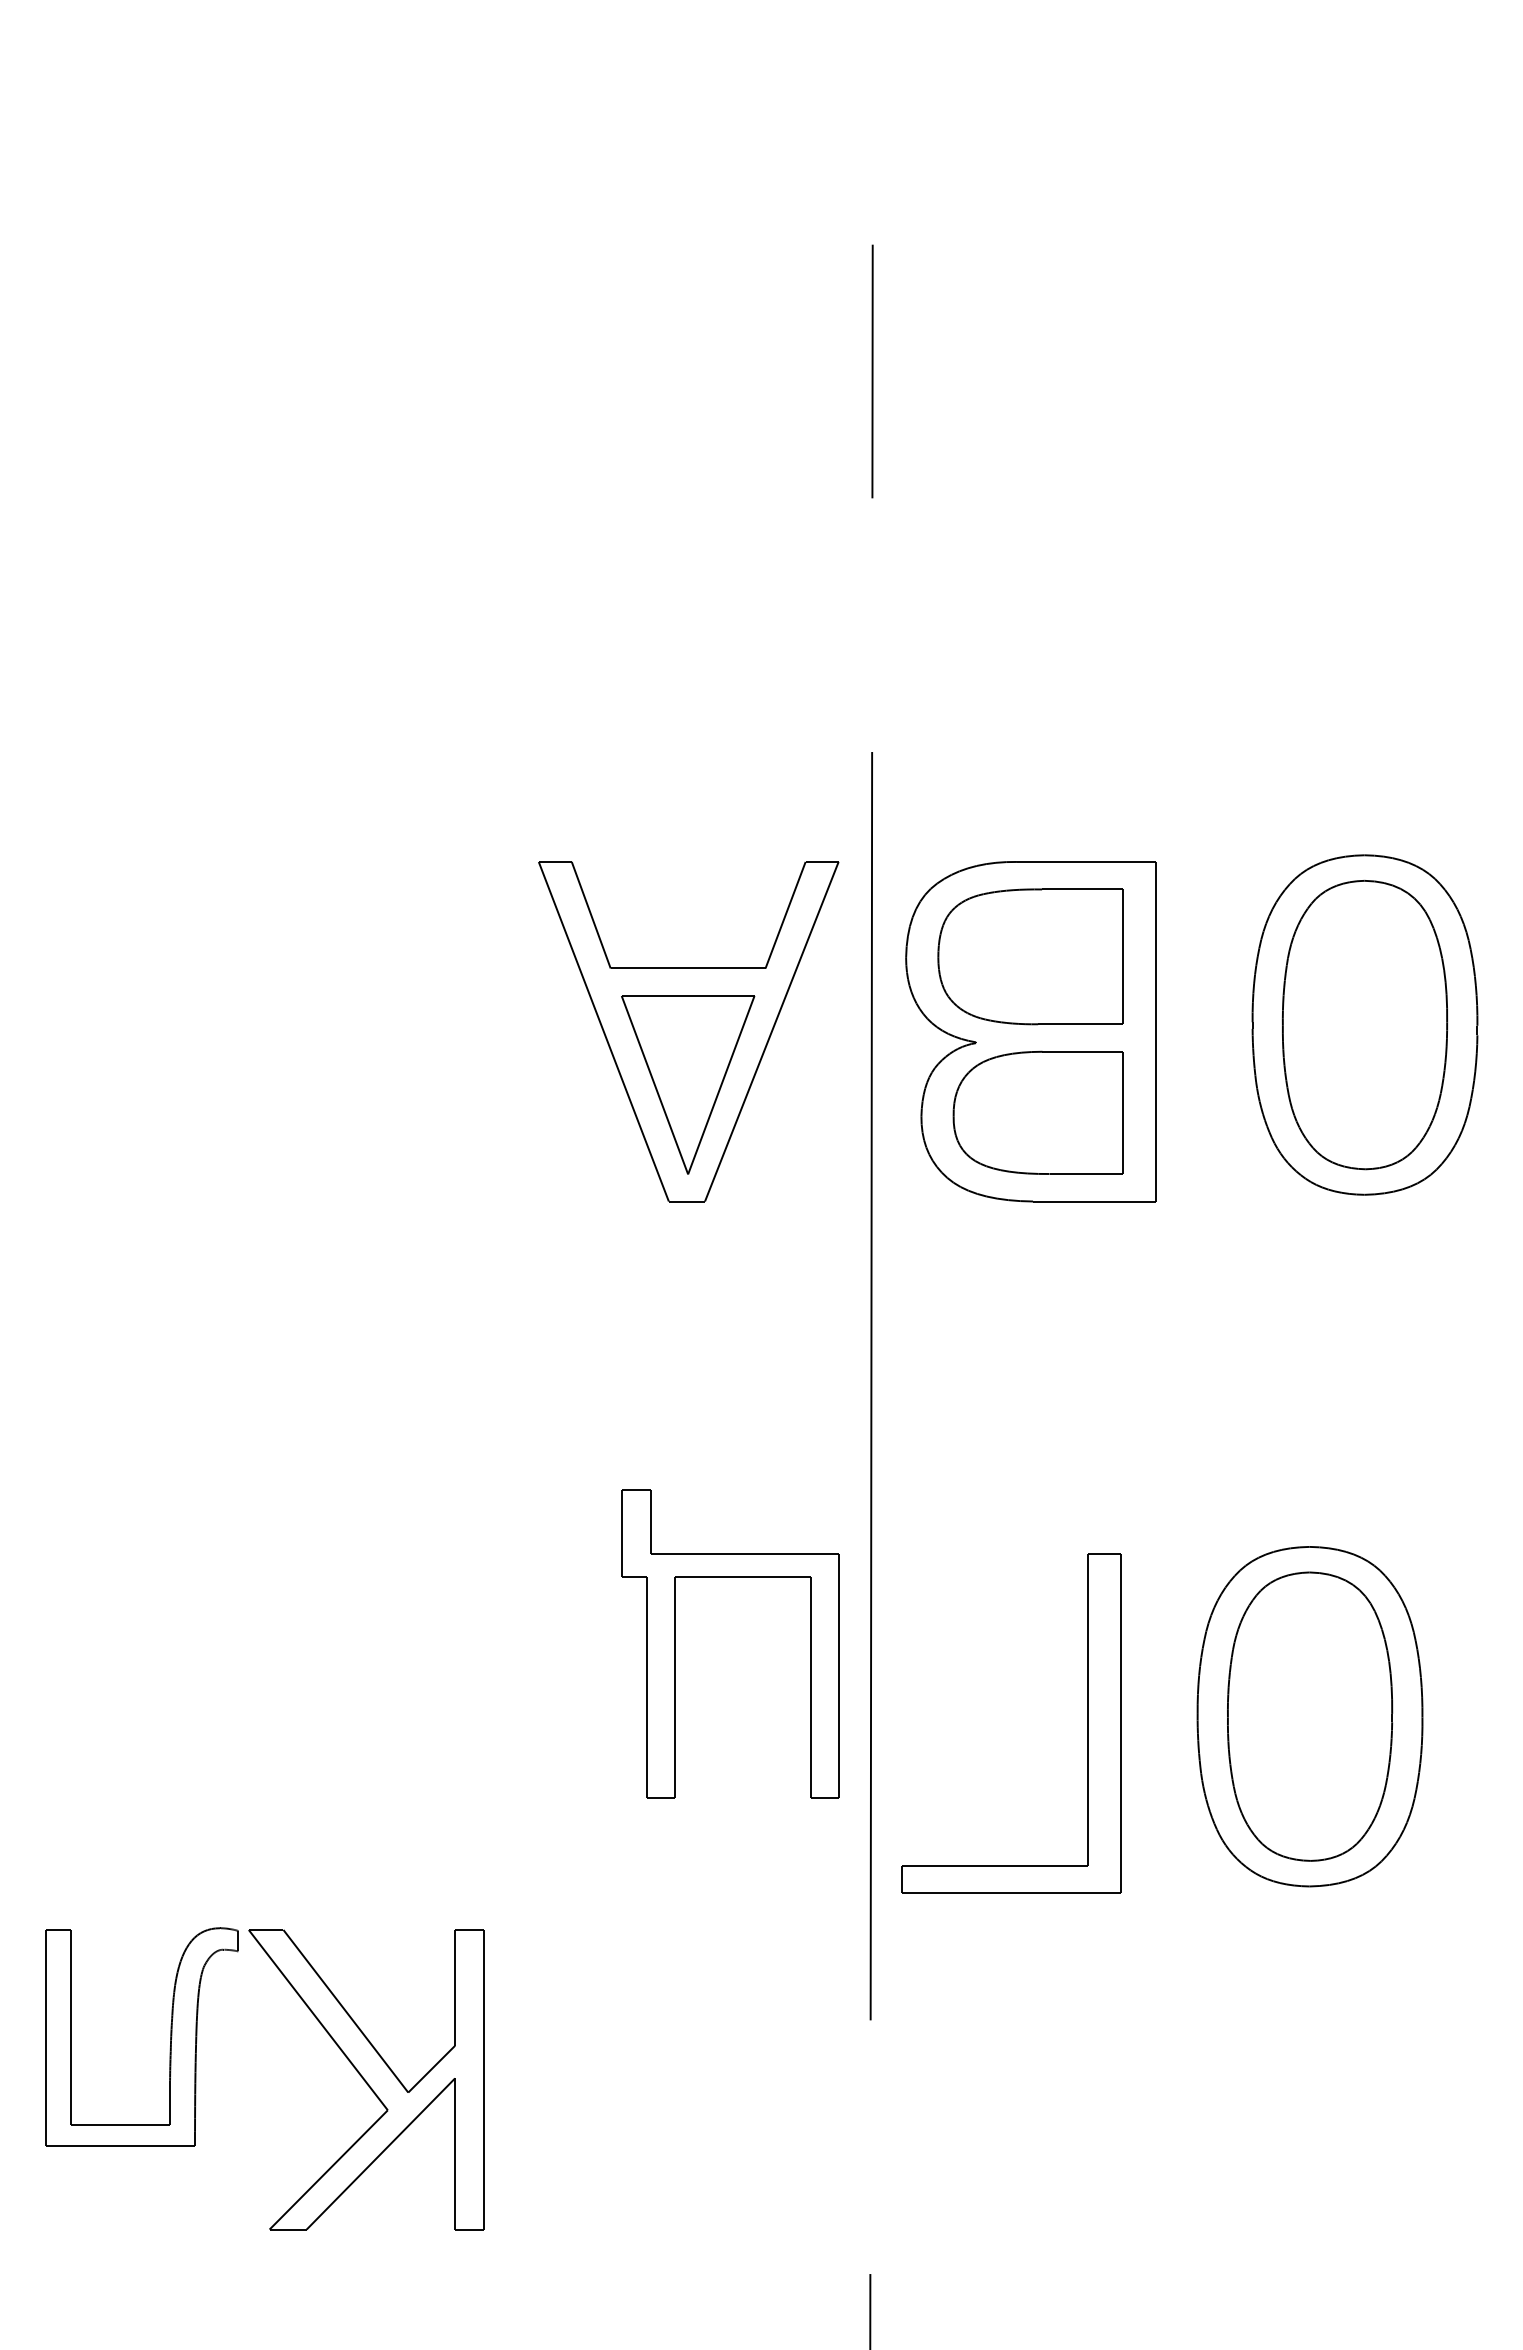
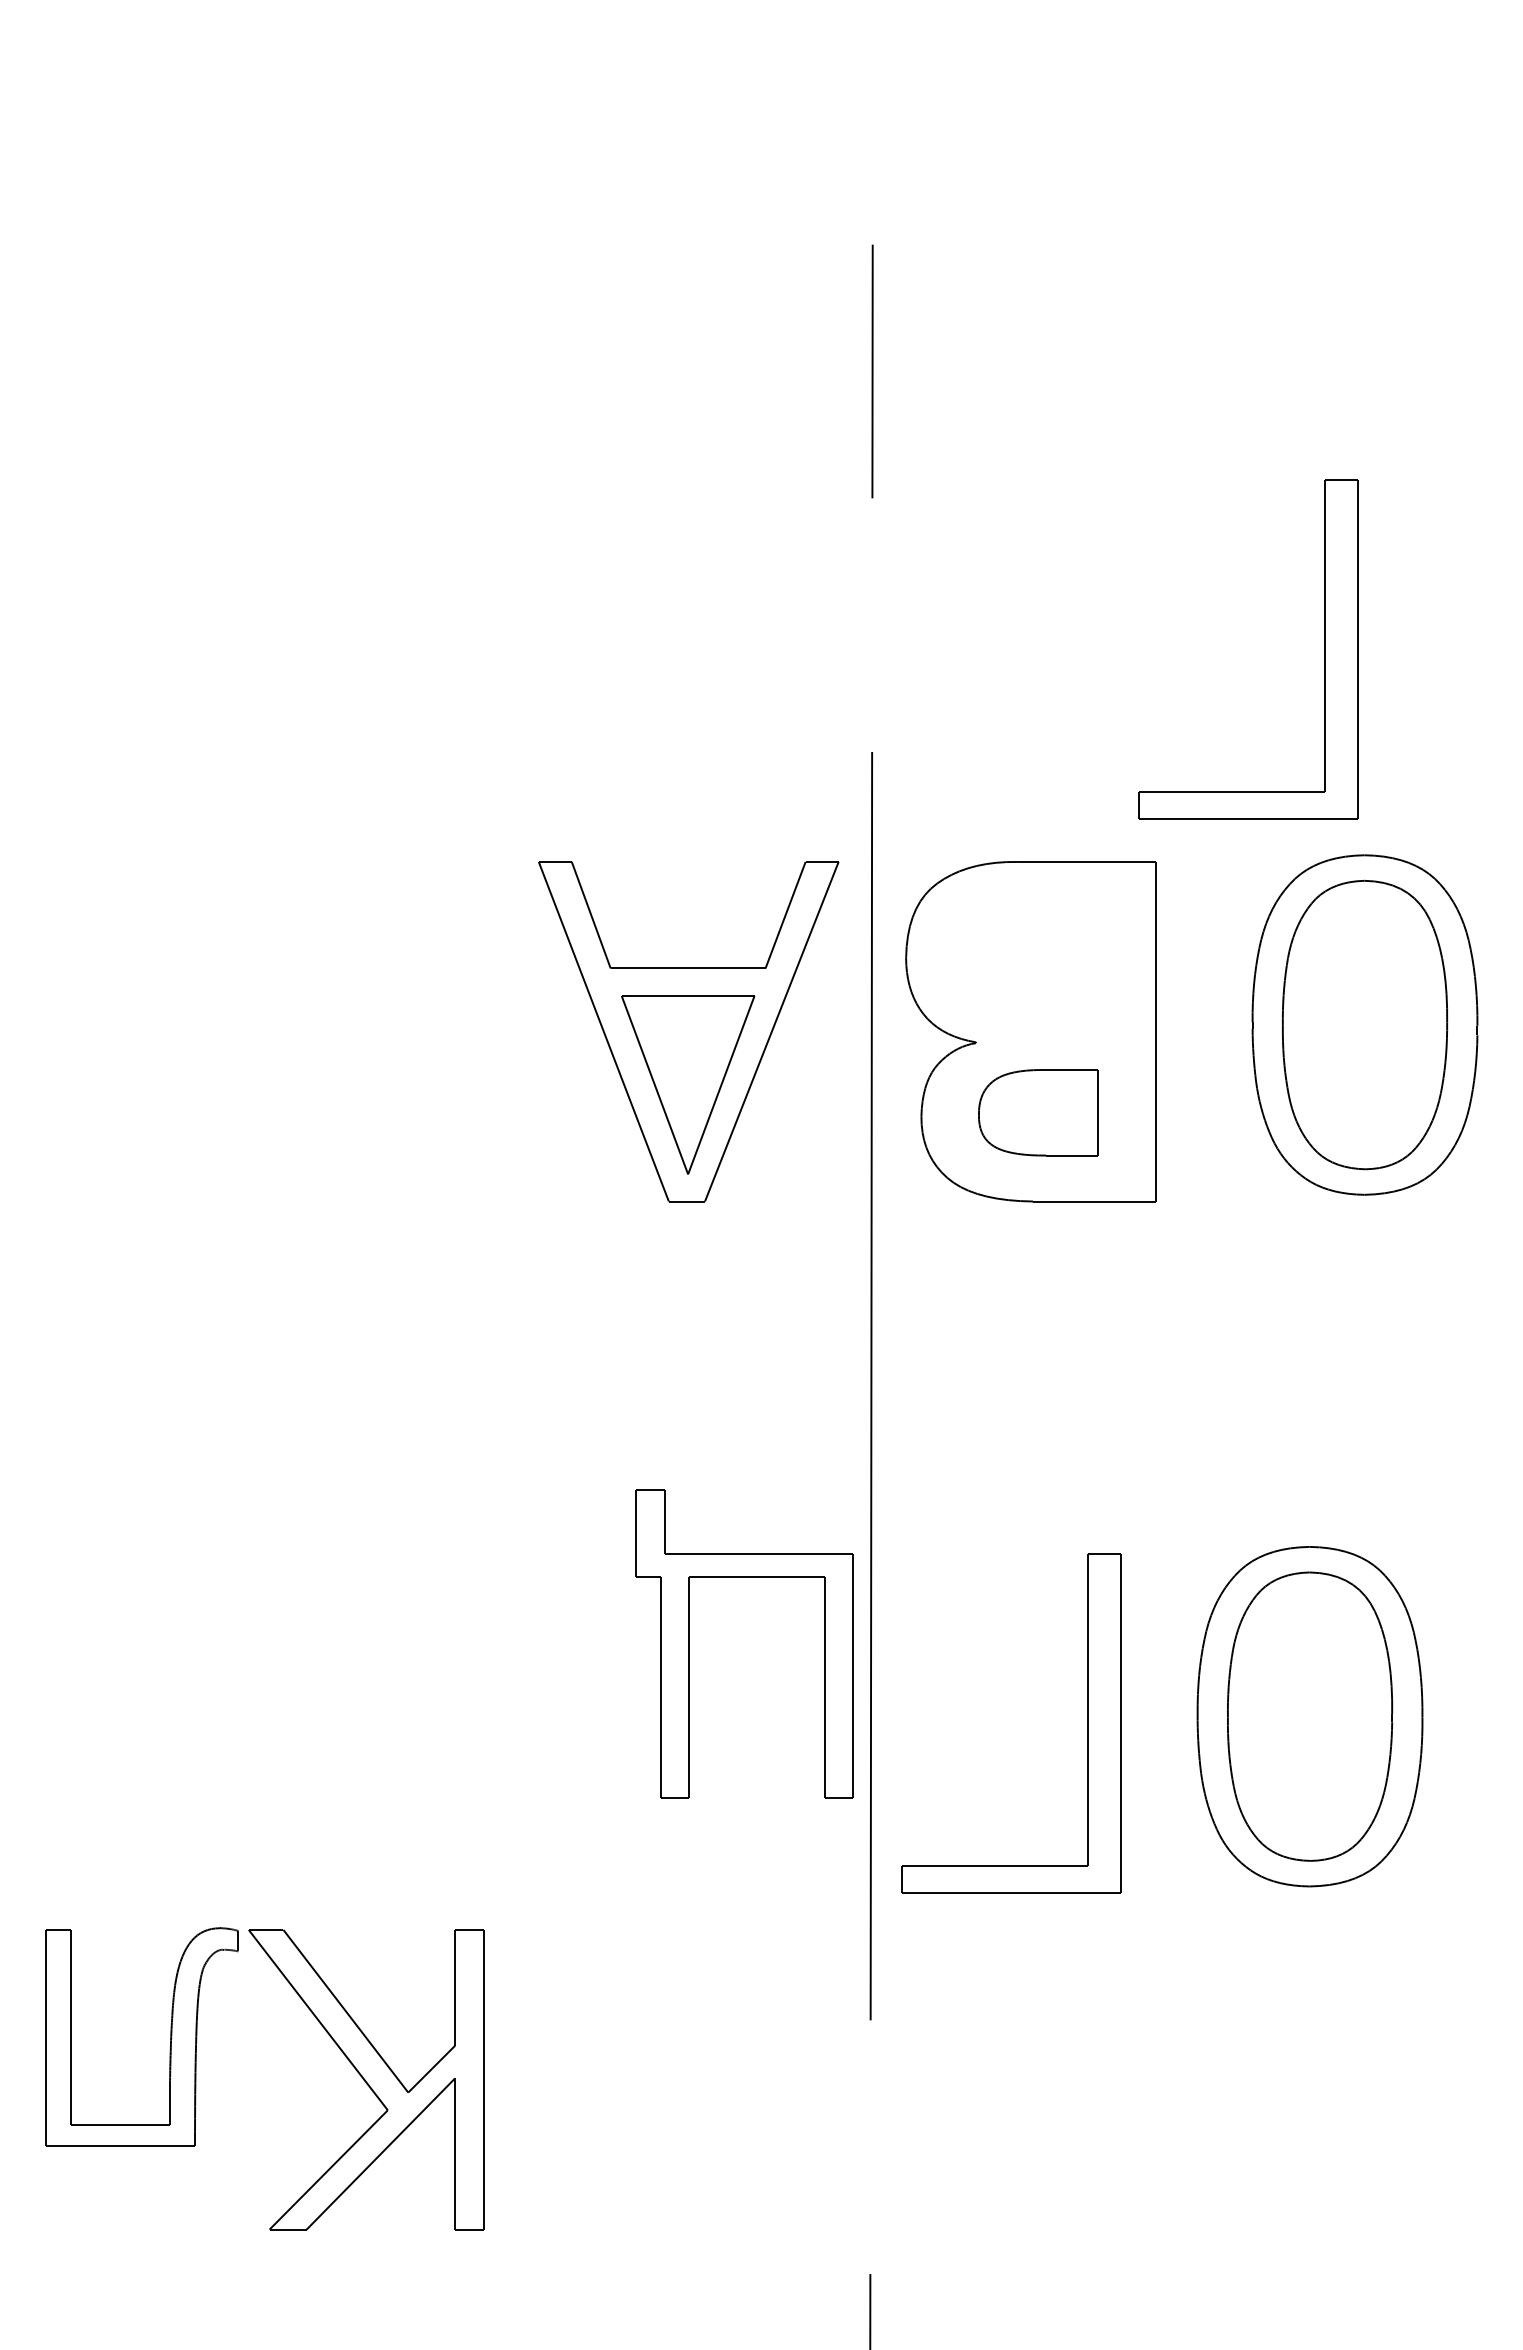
part at (1324, 649): none -> present
part at (1030, 956): present -> none
part at (1037, 1112) size: 172x125 px -> 121x88 px
part at (675, 1643) position: (675, 1643) -> (689, 1643)
